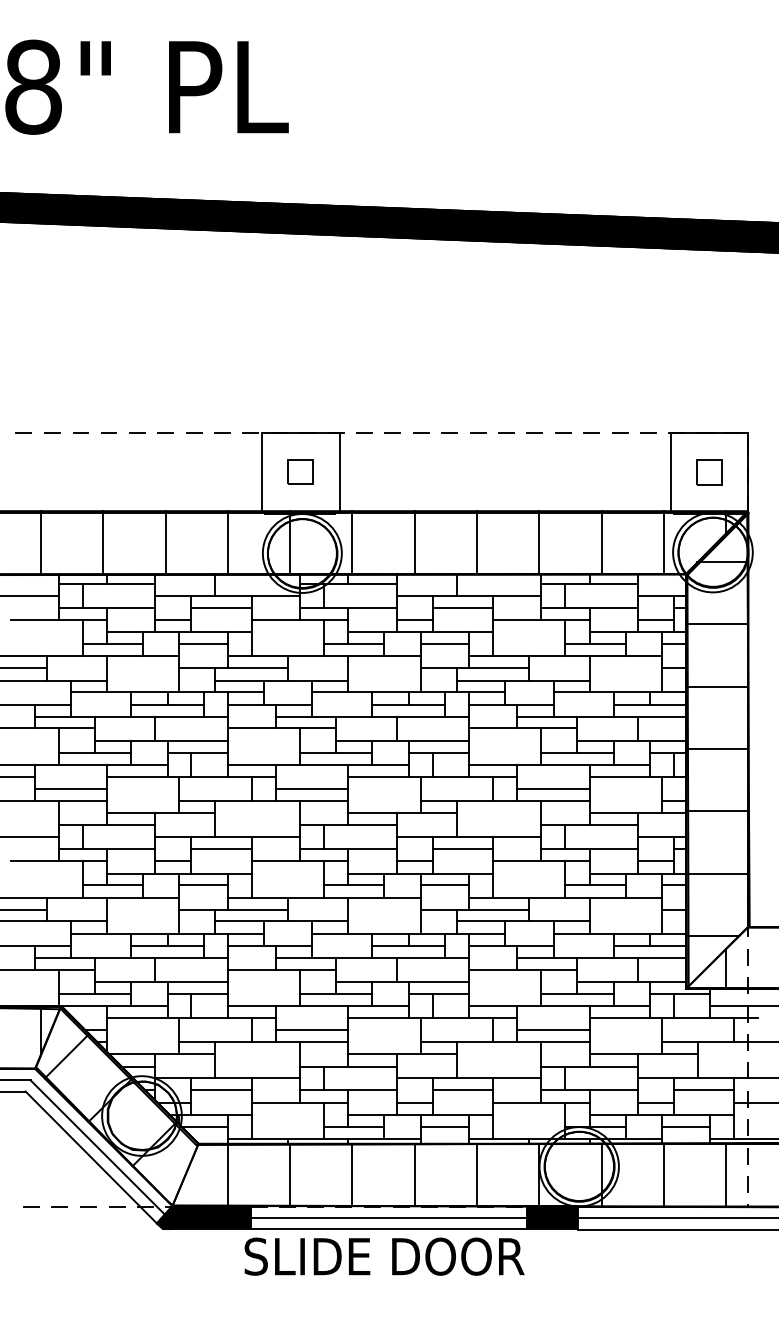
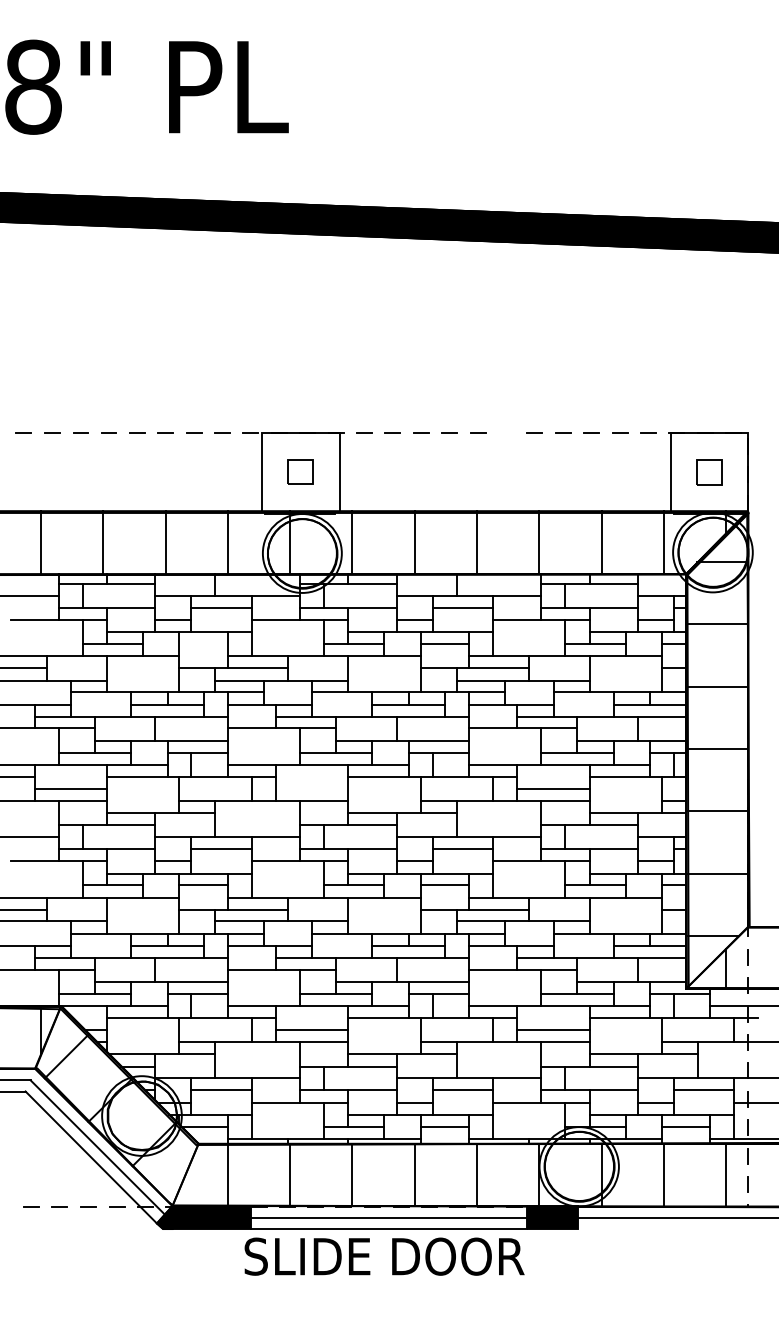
line at (506, 432): present -> none
line at (203, 644): present -> none
line at (311, 788): present -> none
line at (676, 1229): present -> none
